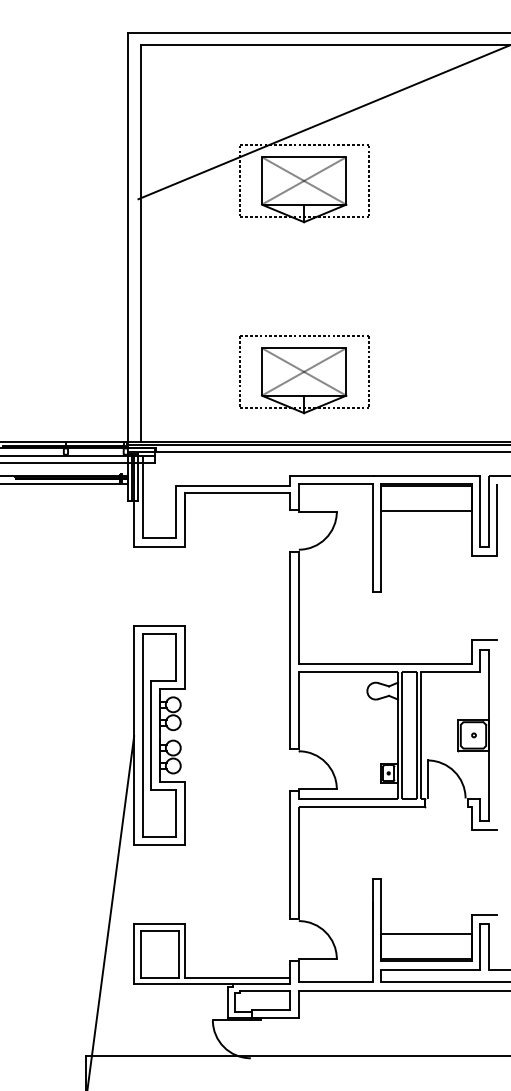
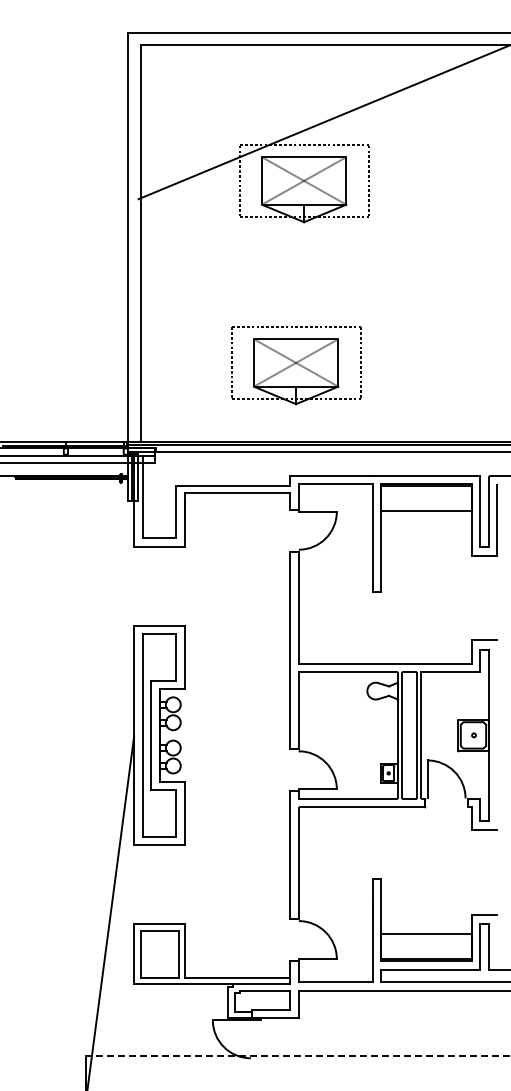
part at (304, 374) position: (304, 374) -> (296, 365)
line at (64, 484): present -> none
line at (297, 1056): solid -> dashed
